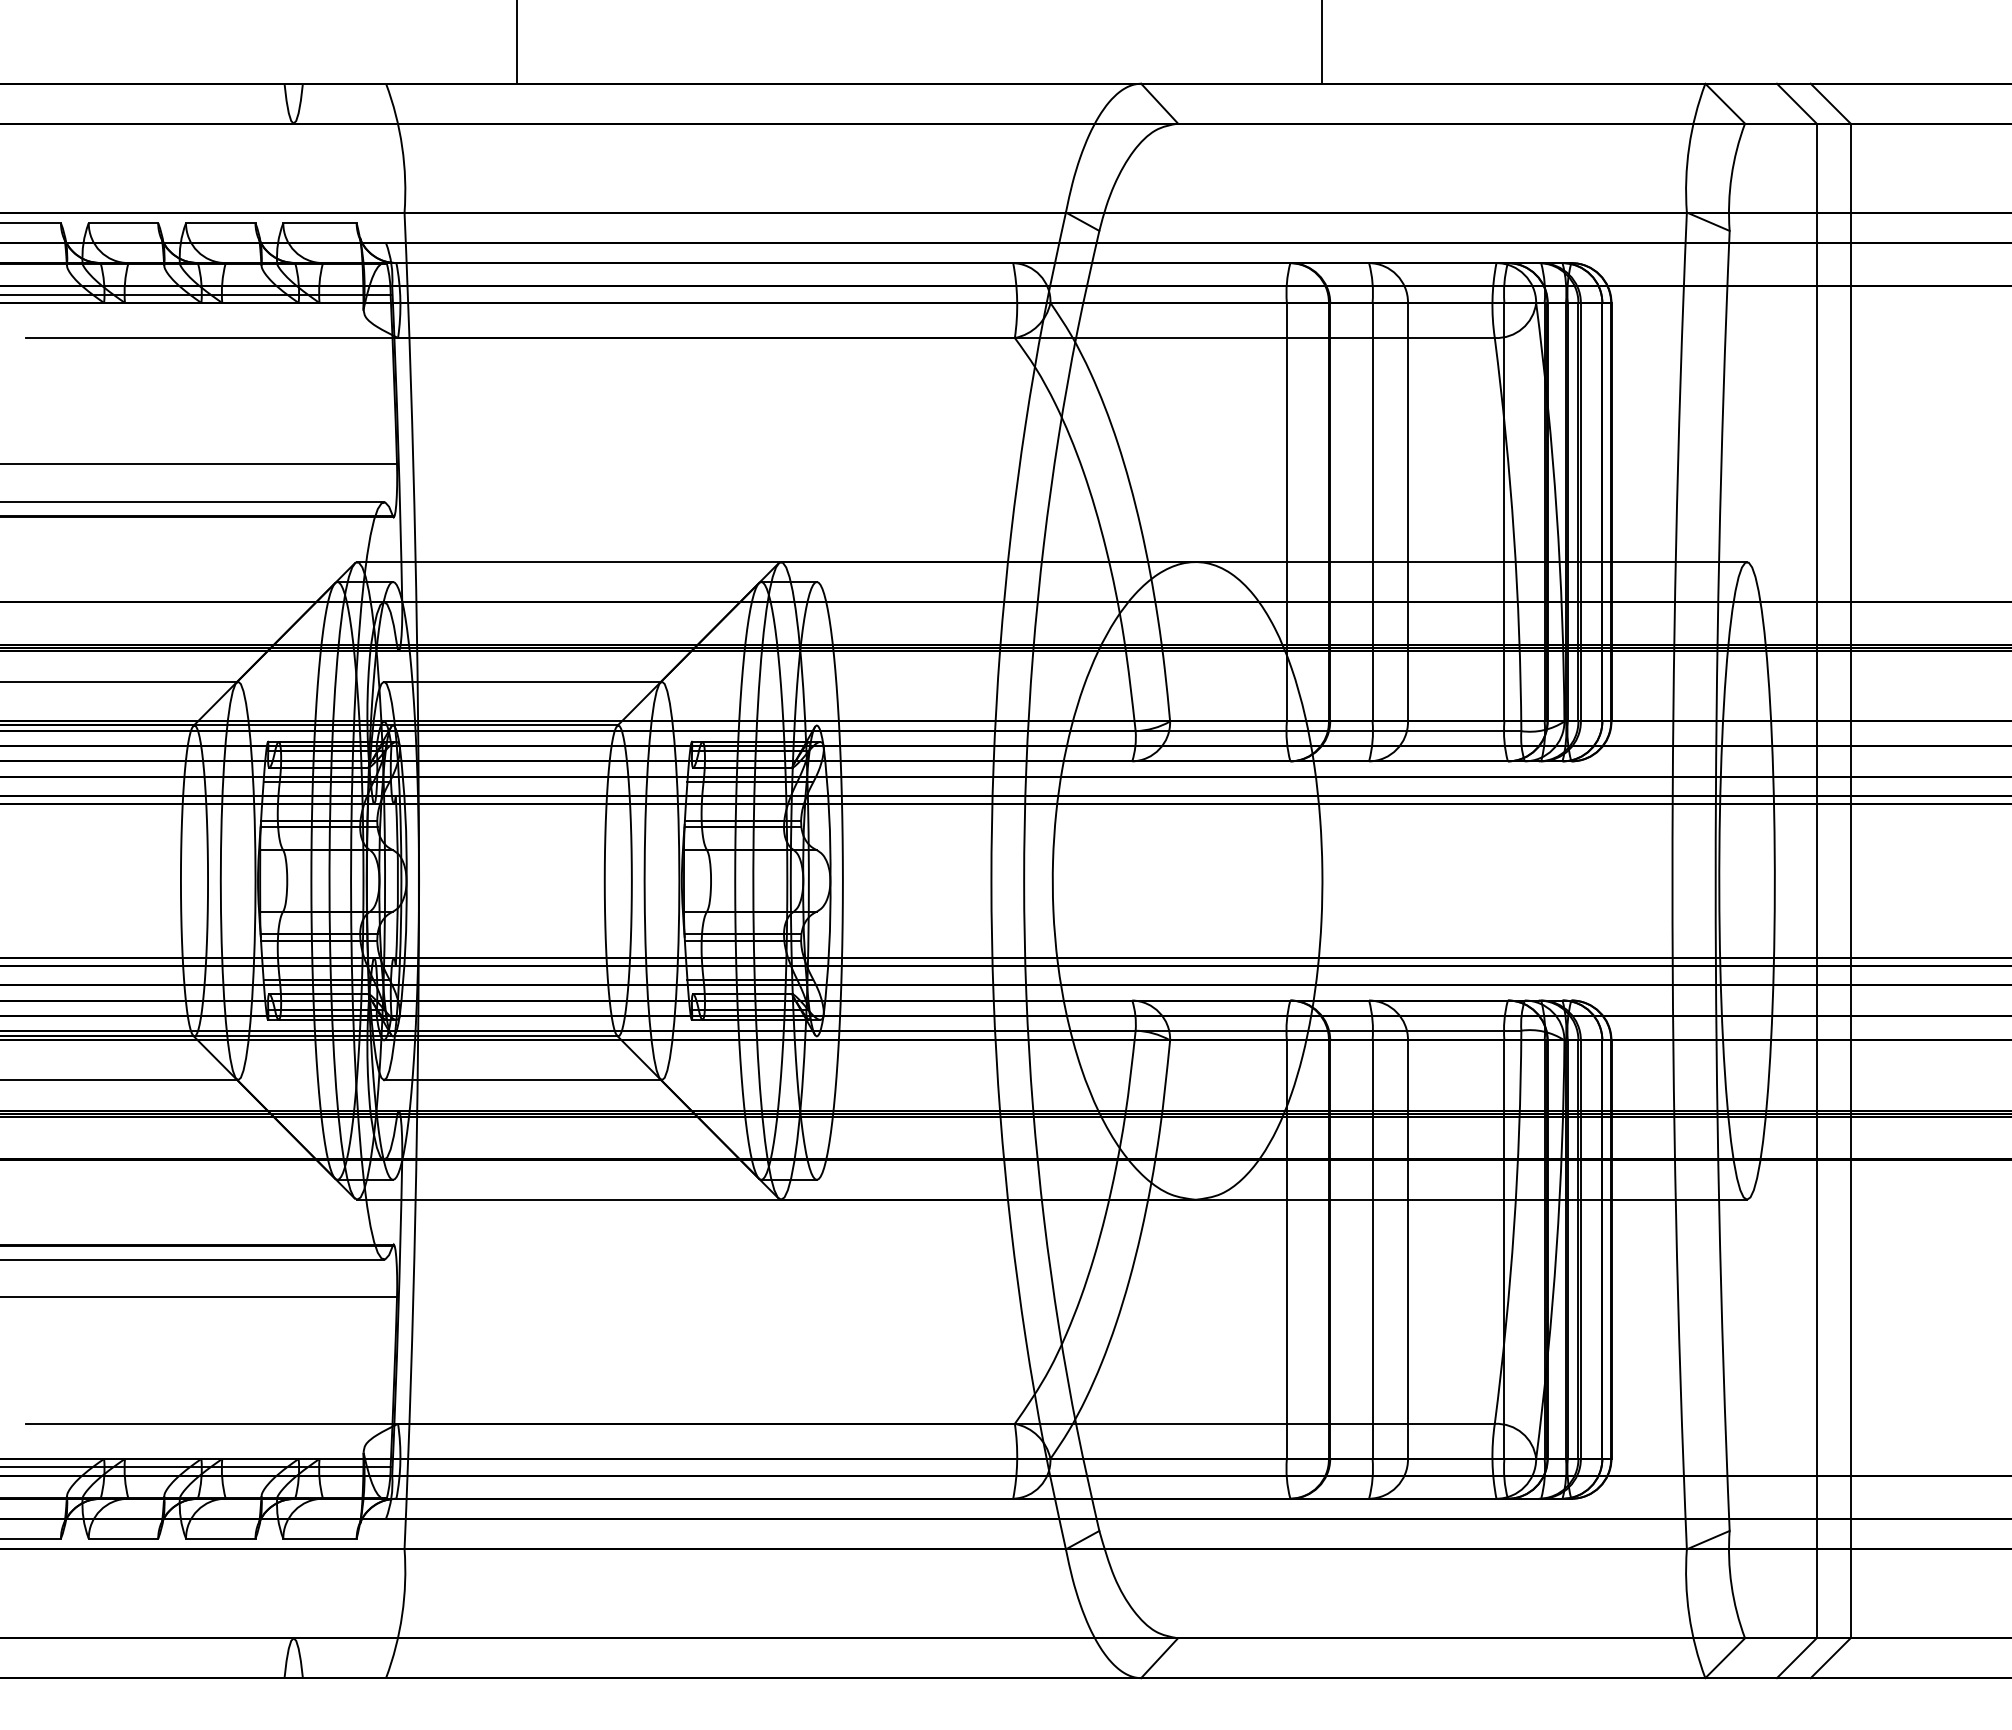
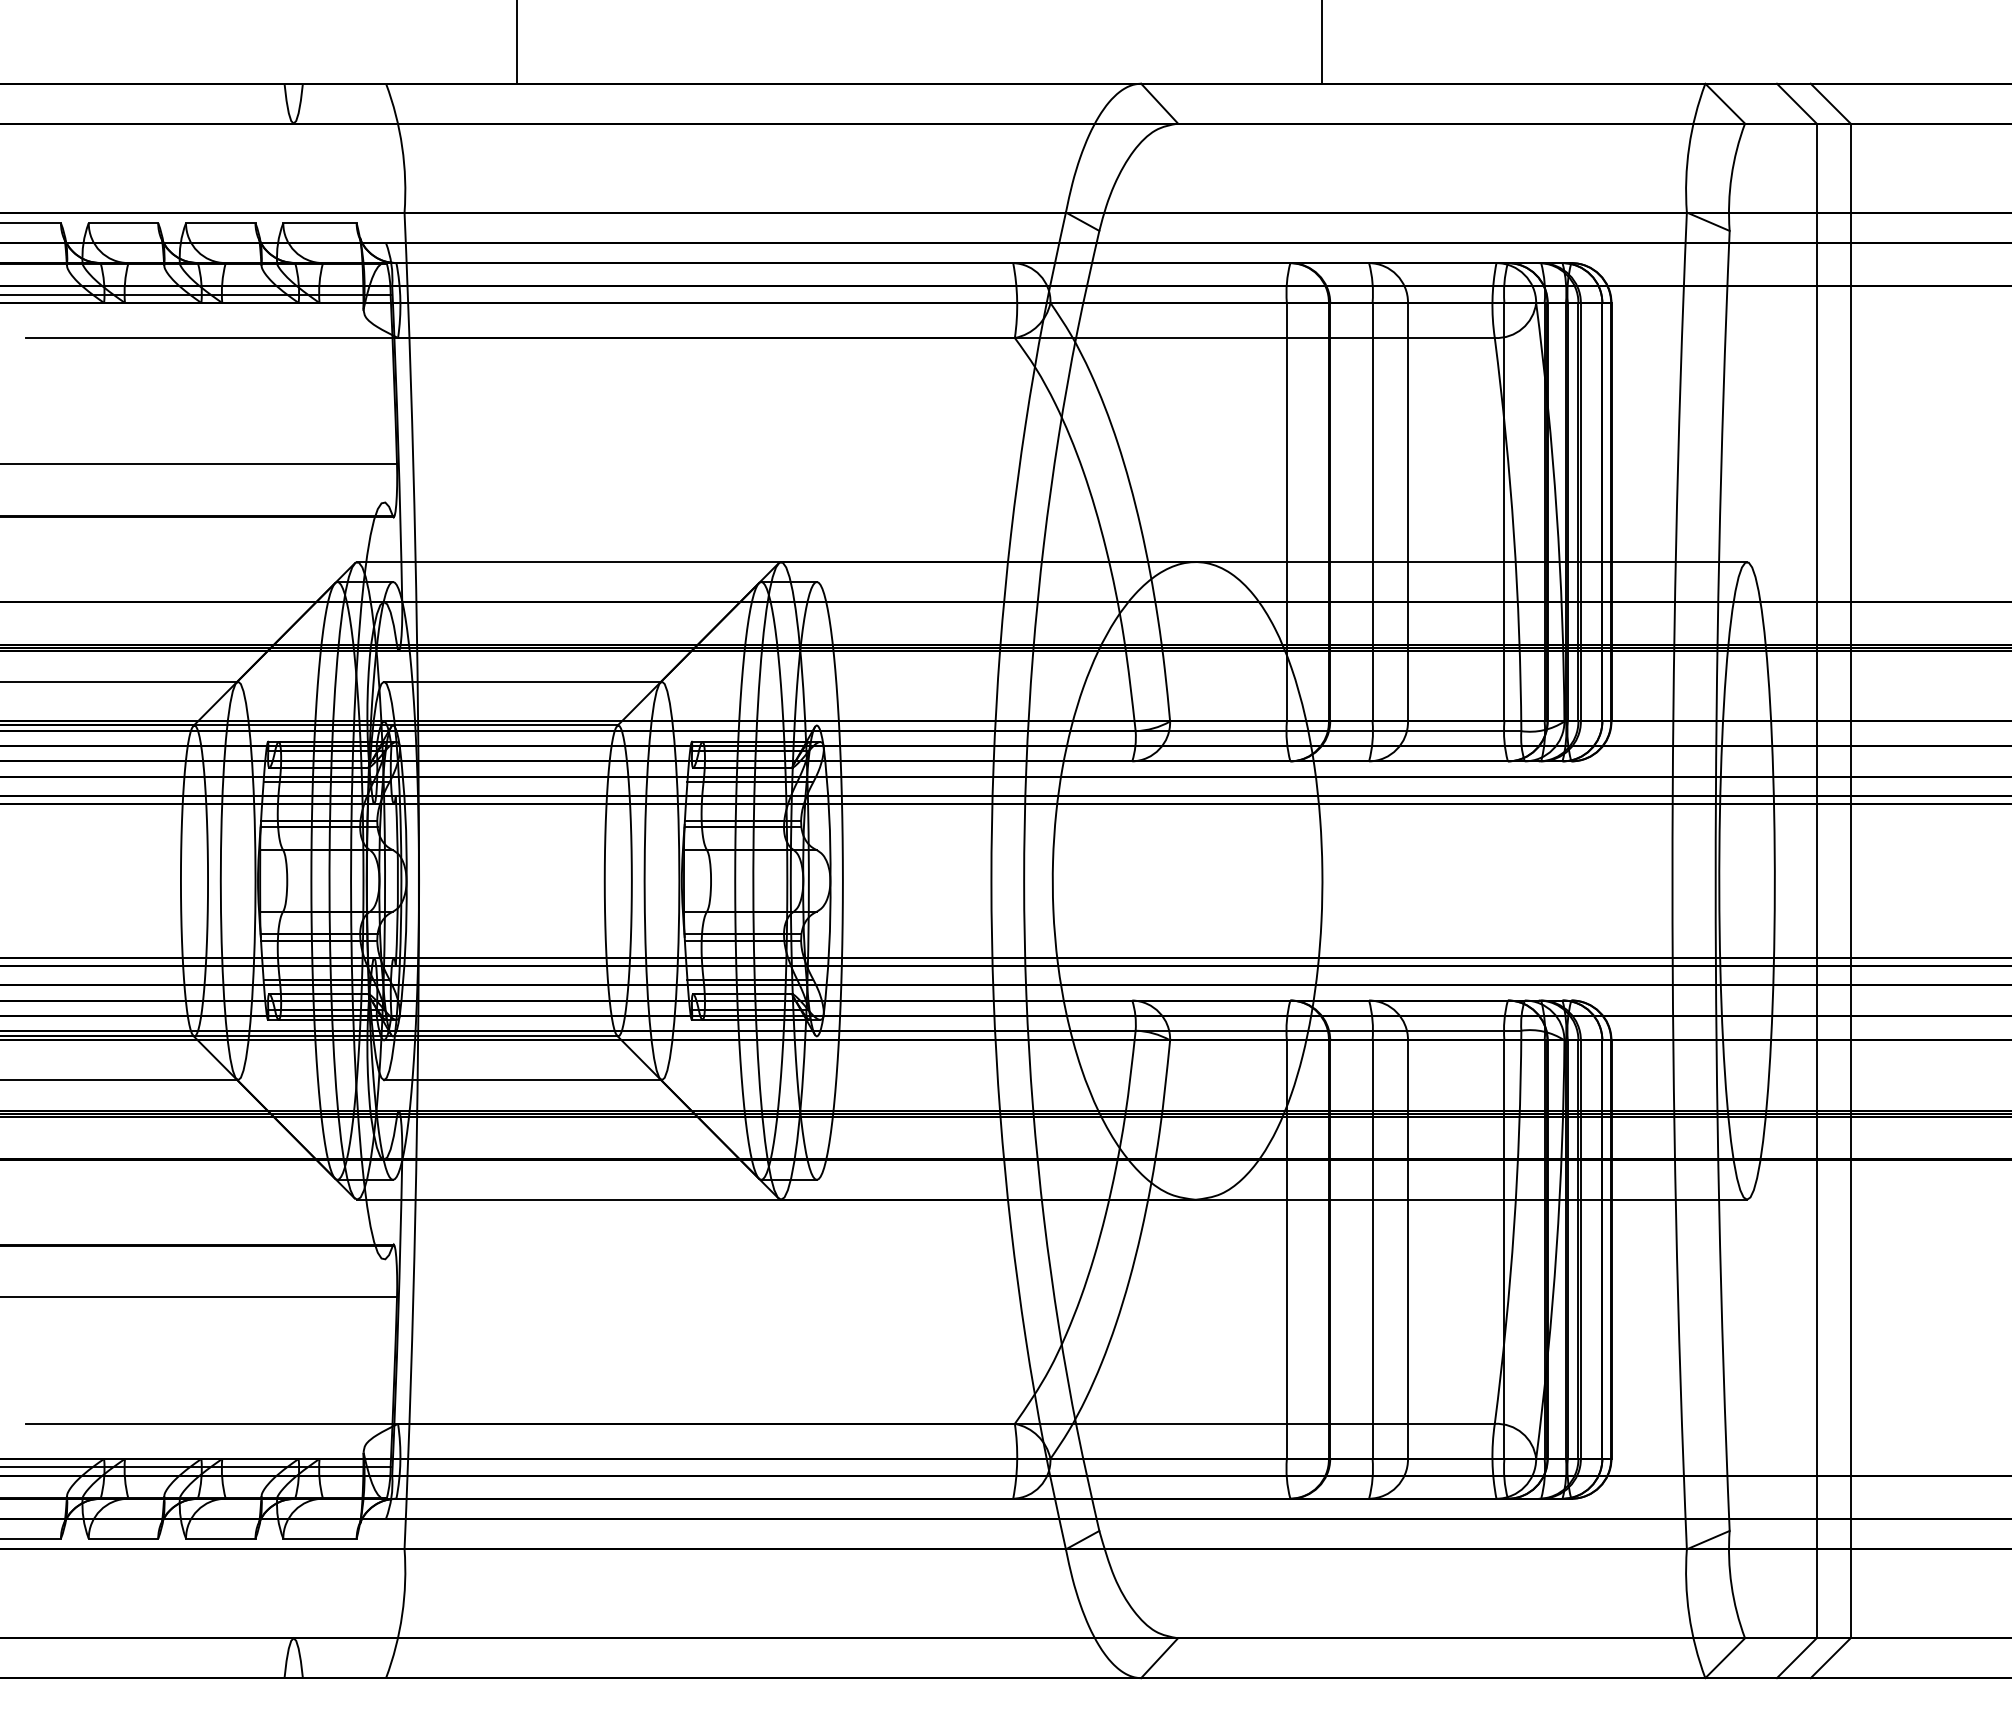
line at (193, 502): present -> none
line at (193, 1259): present -> none
